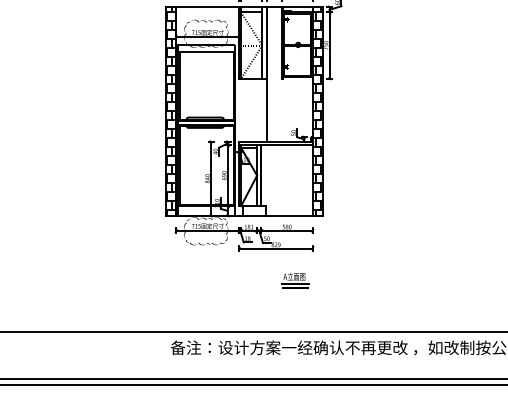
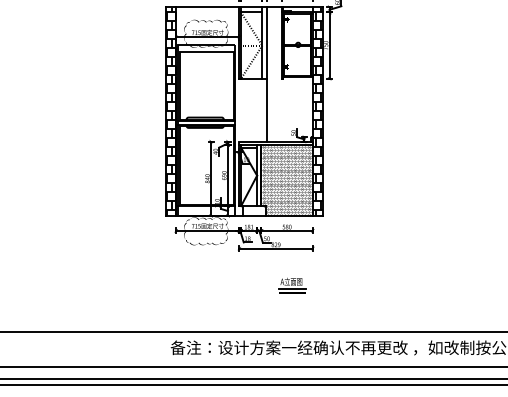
hatch at (286, 180): none -> present
part at (295, 280) position: (295, 280) -> (292, 285)
line at (253, 367): none -> present
